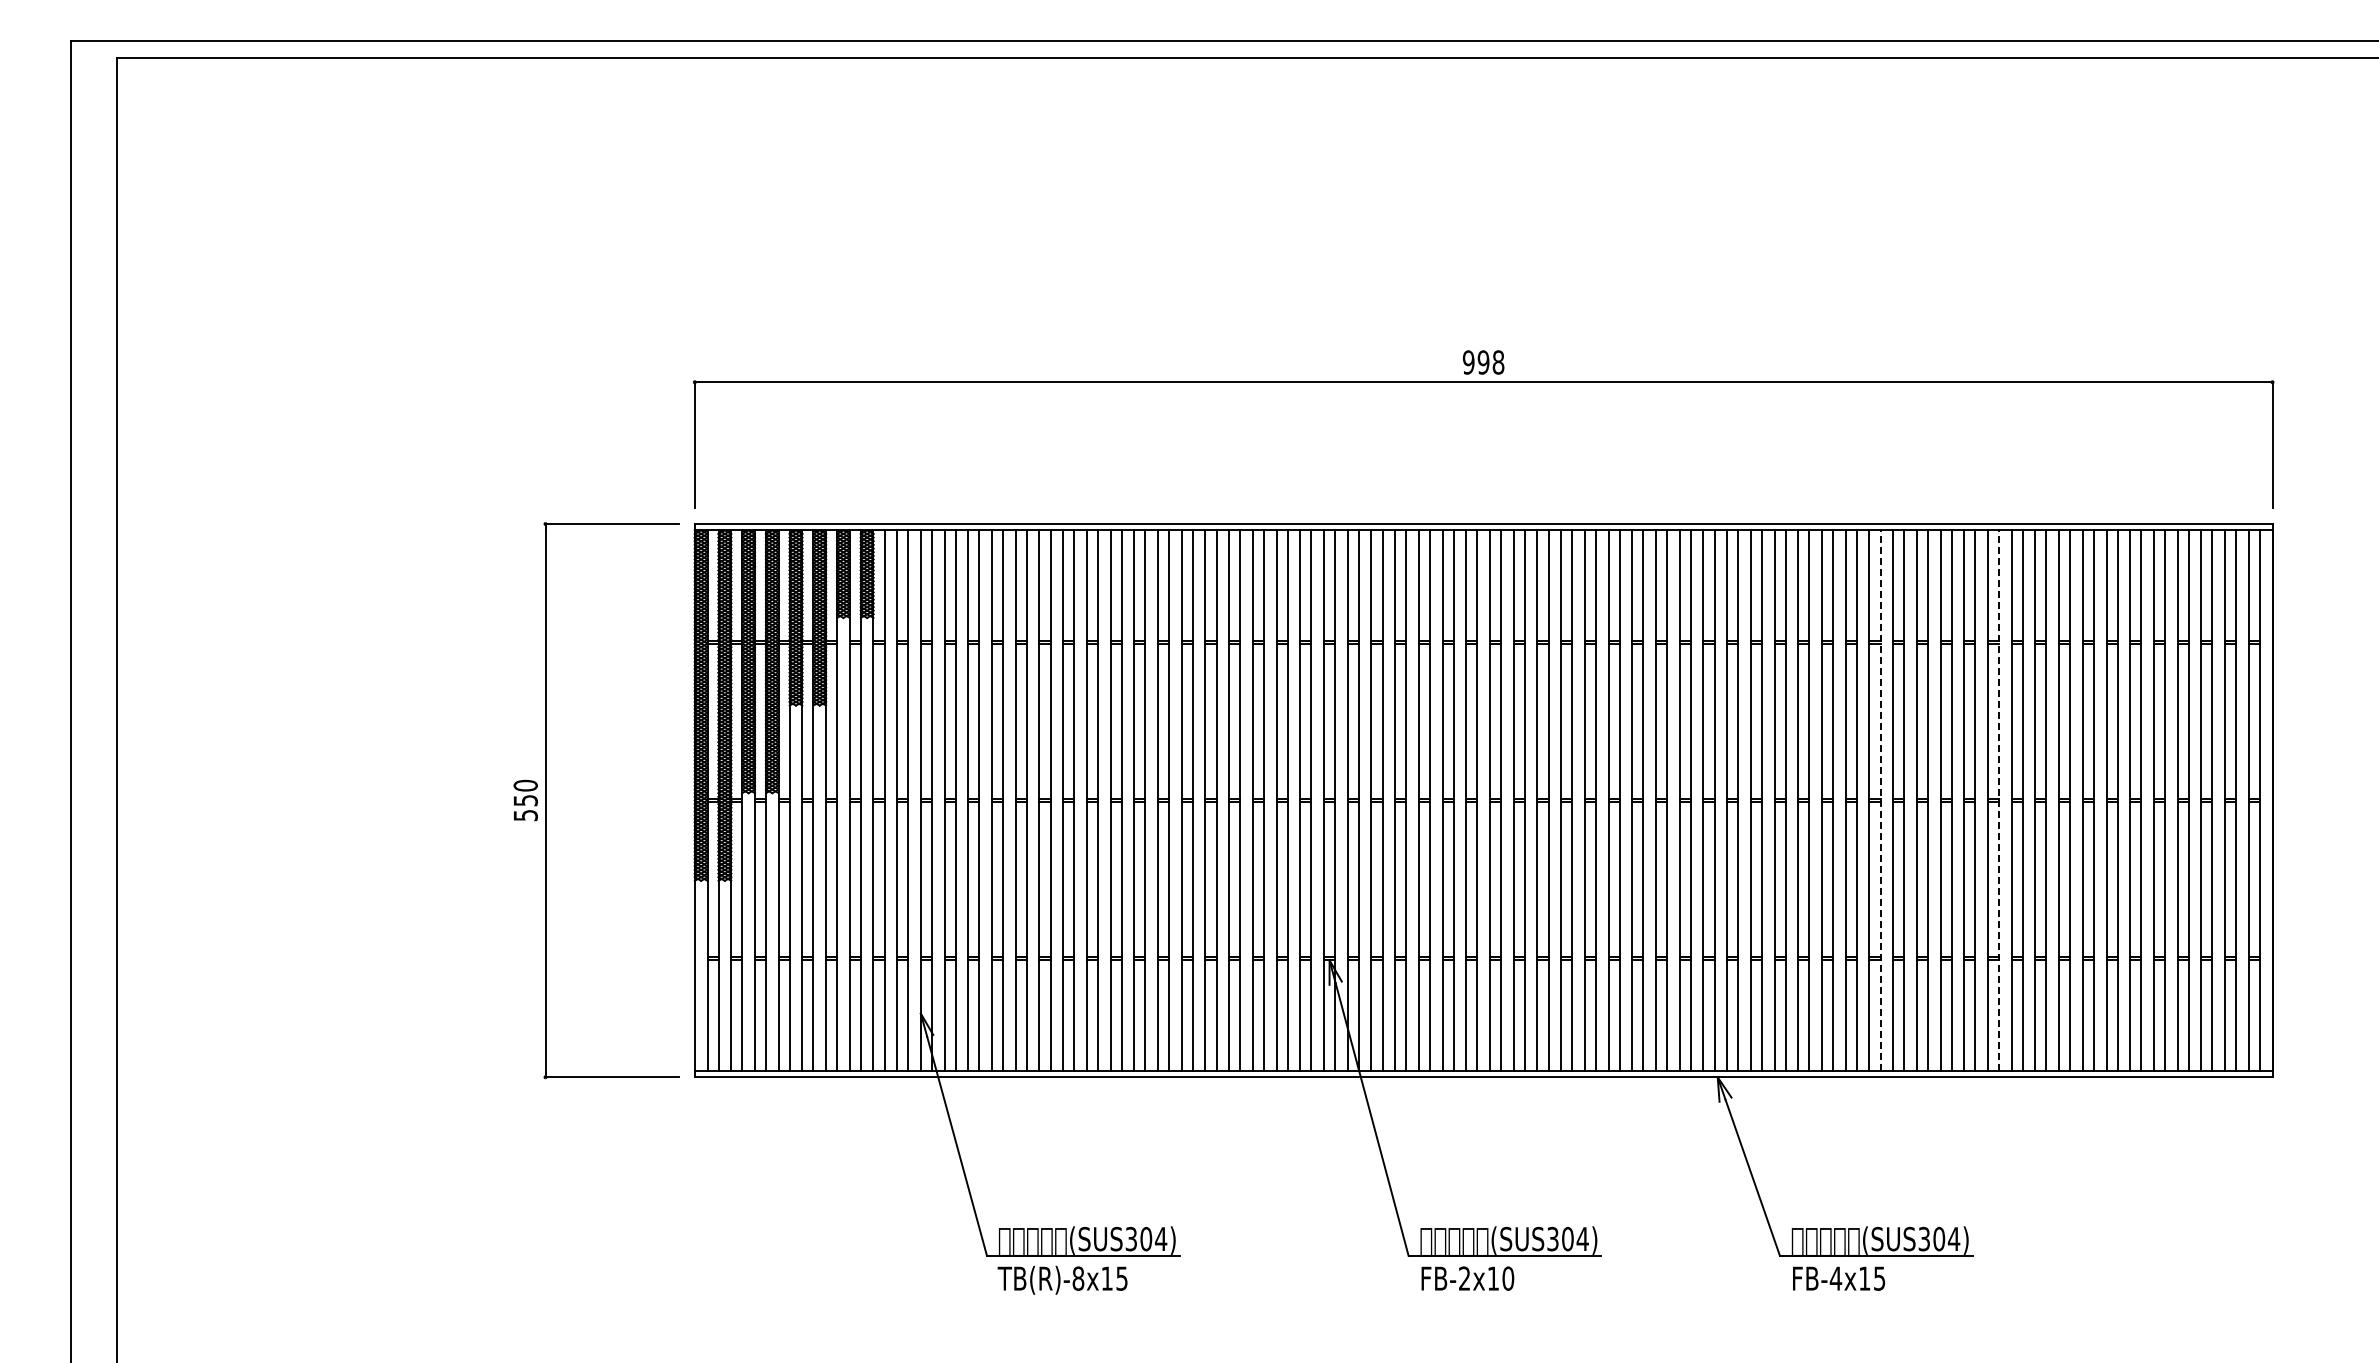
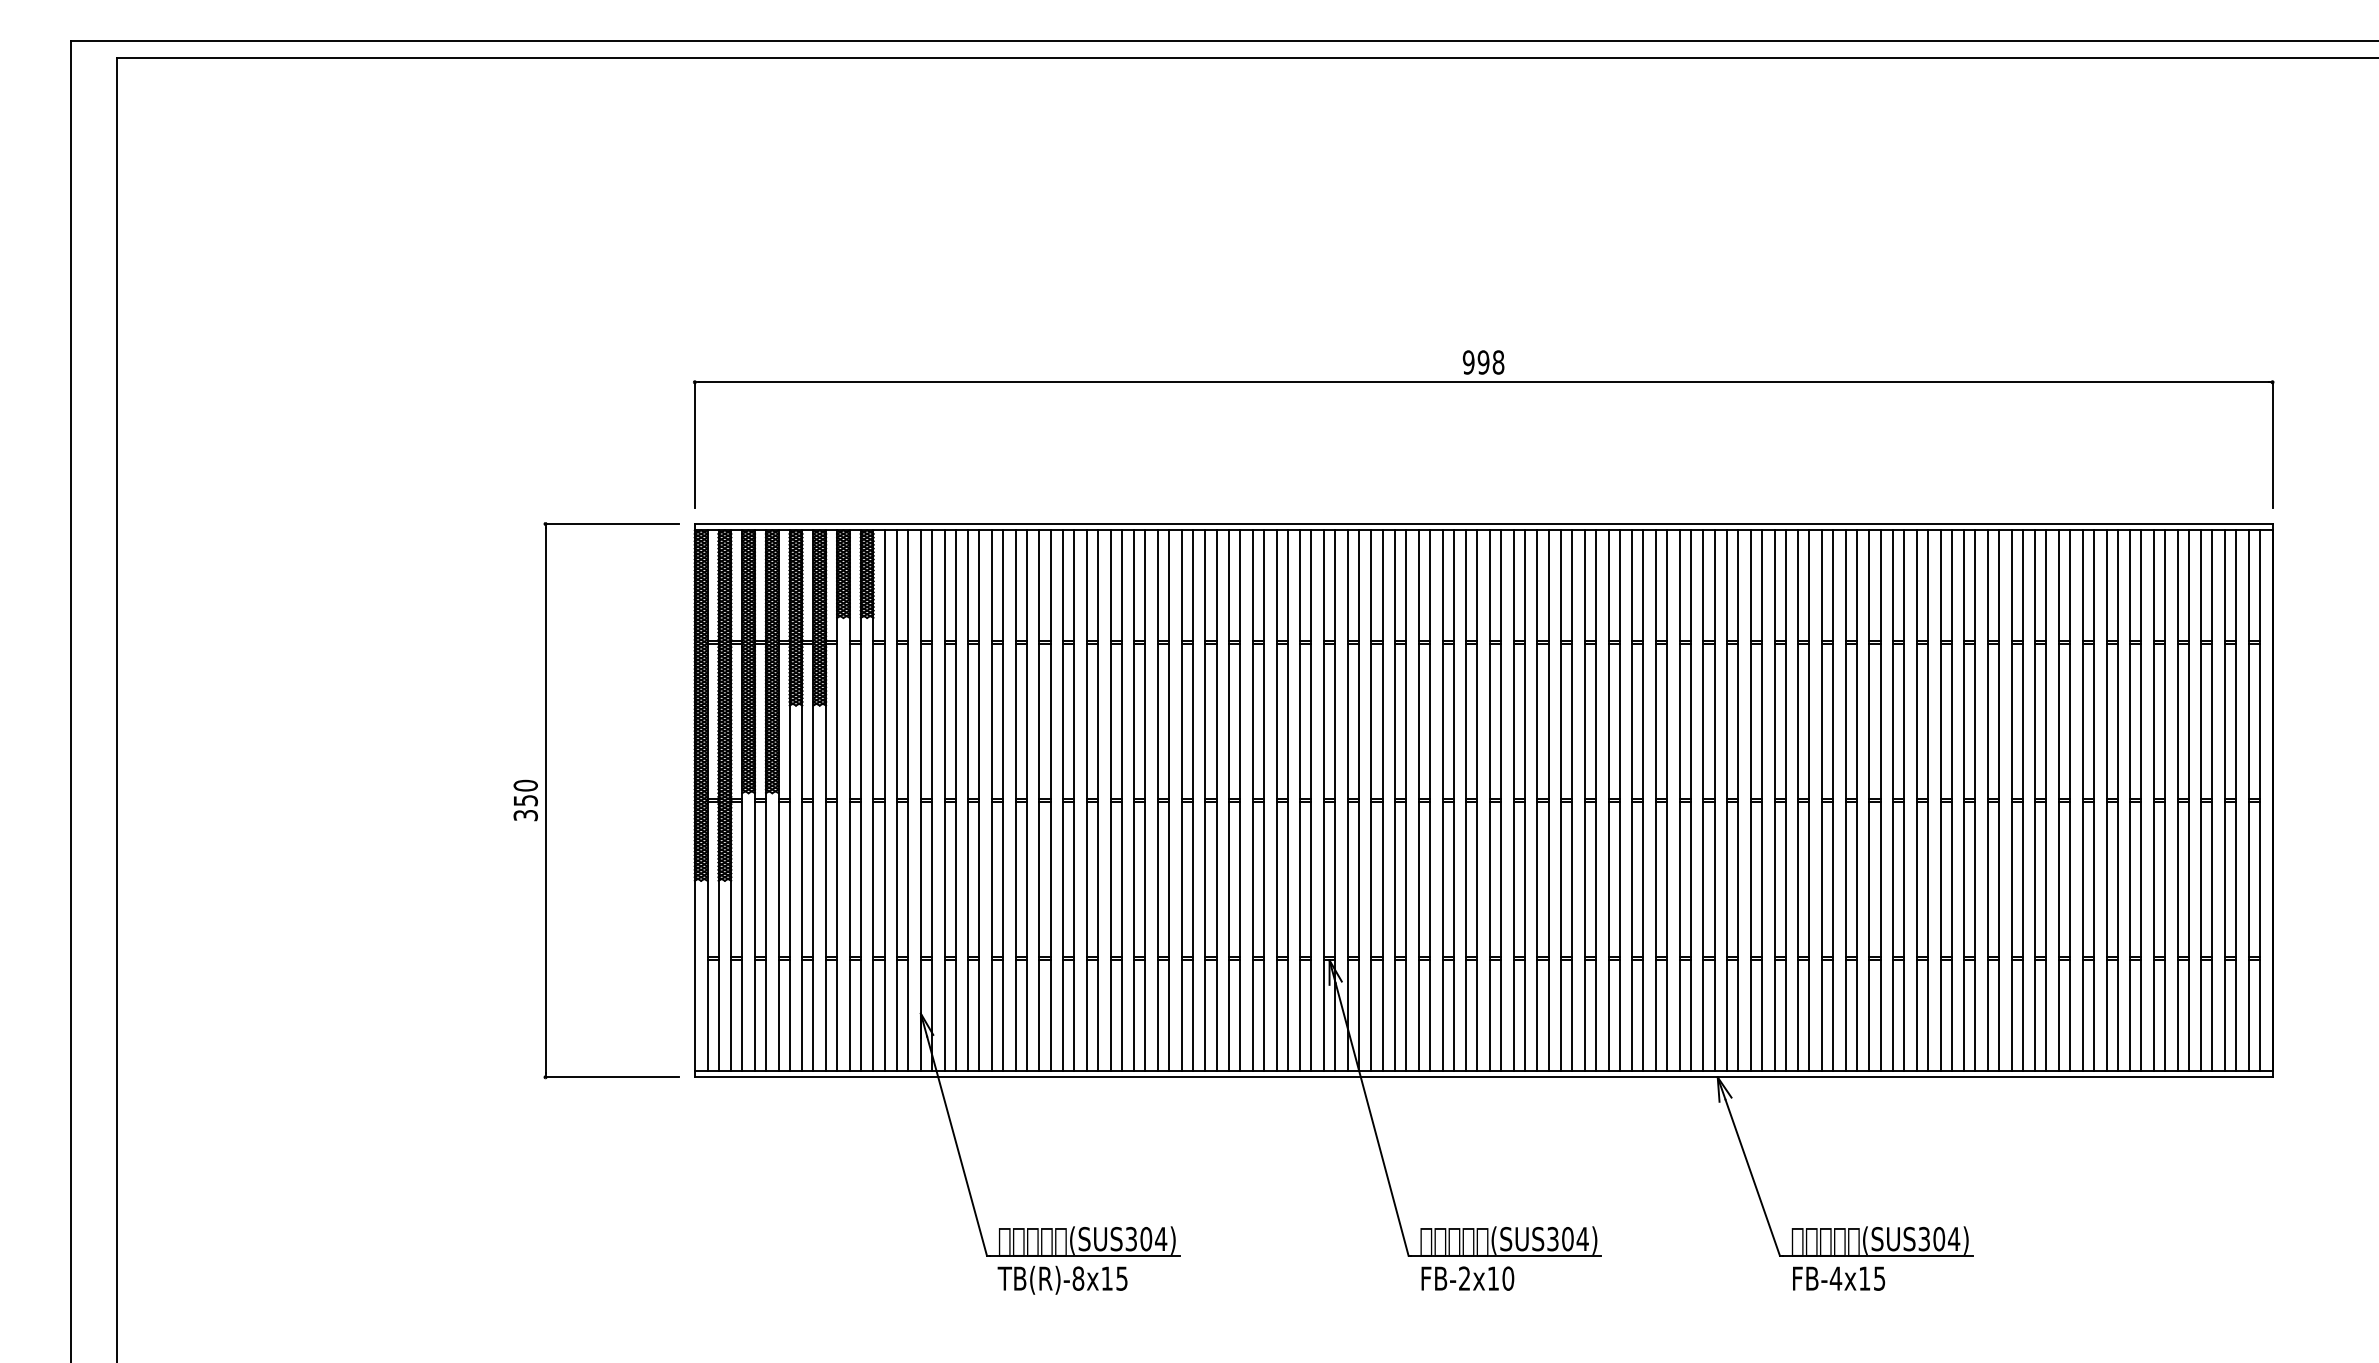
line at (1880, 800): dashed -> solid
line at (1999, 800): dashed -> solid
text at (525, 815): 550 -> 350
